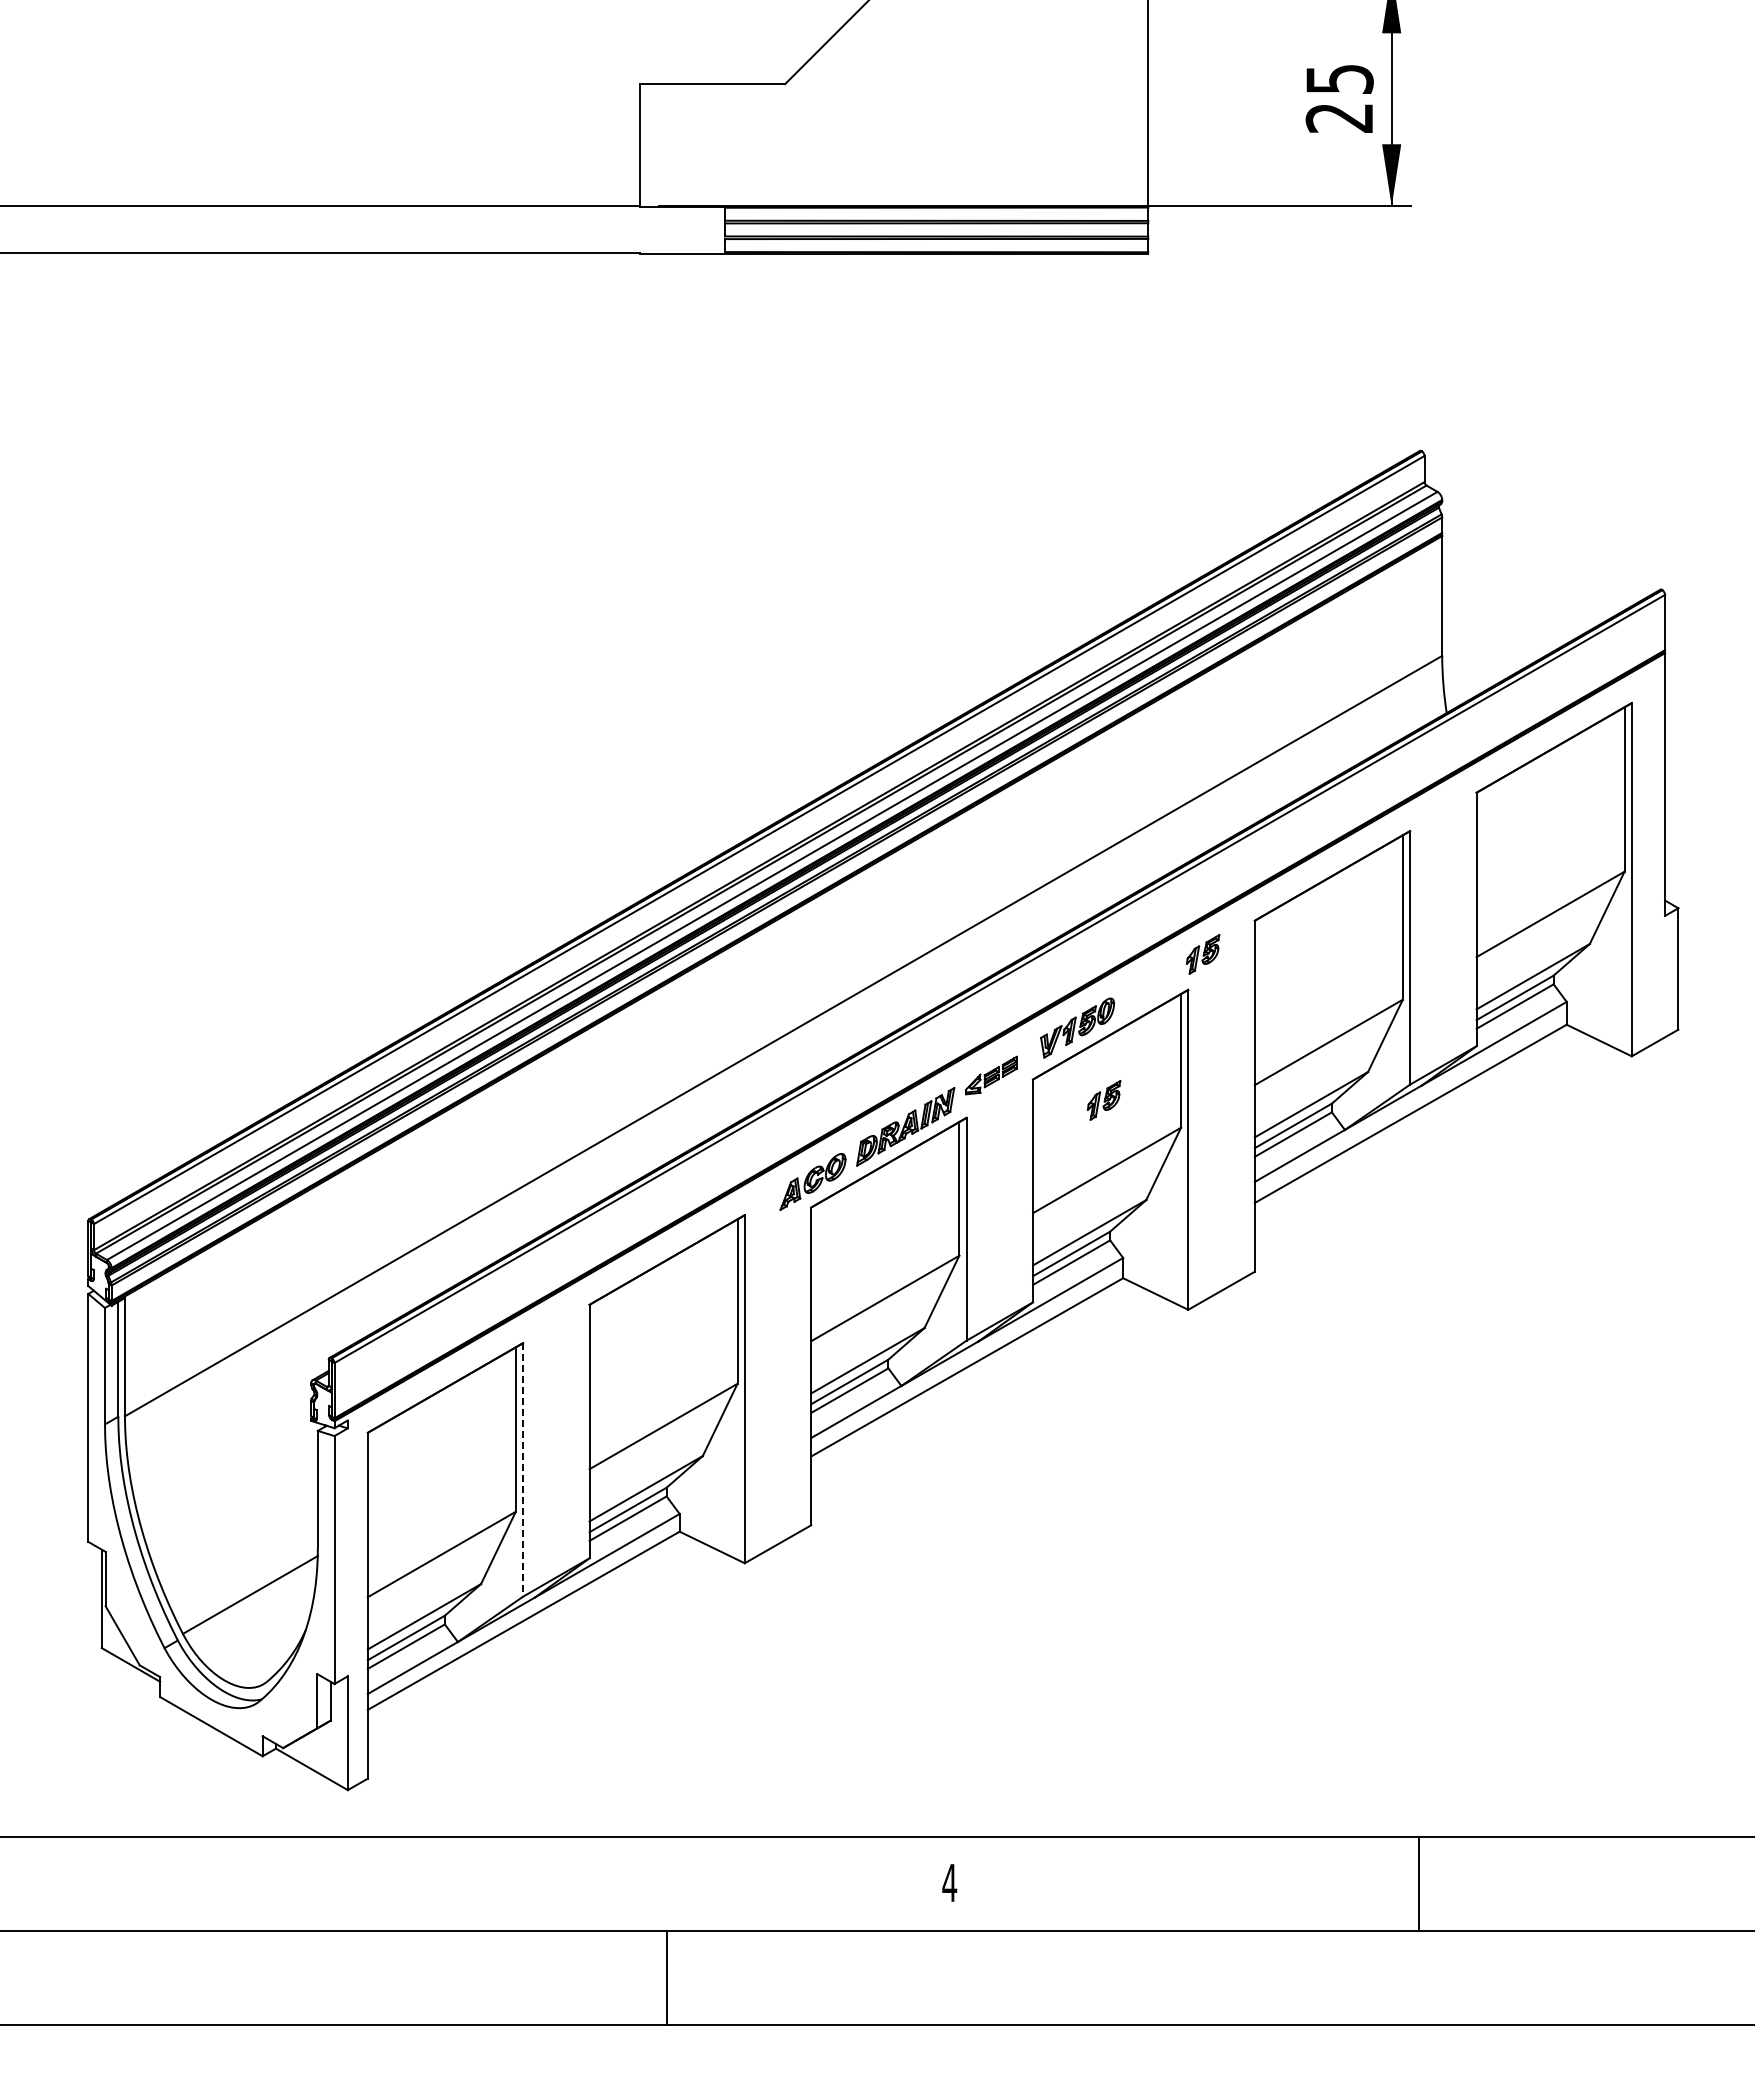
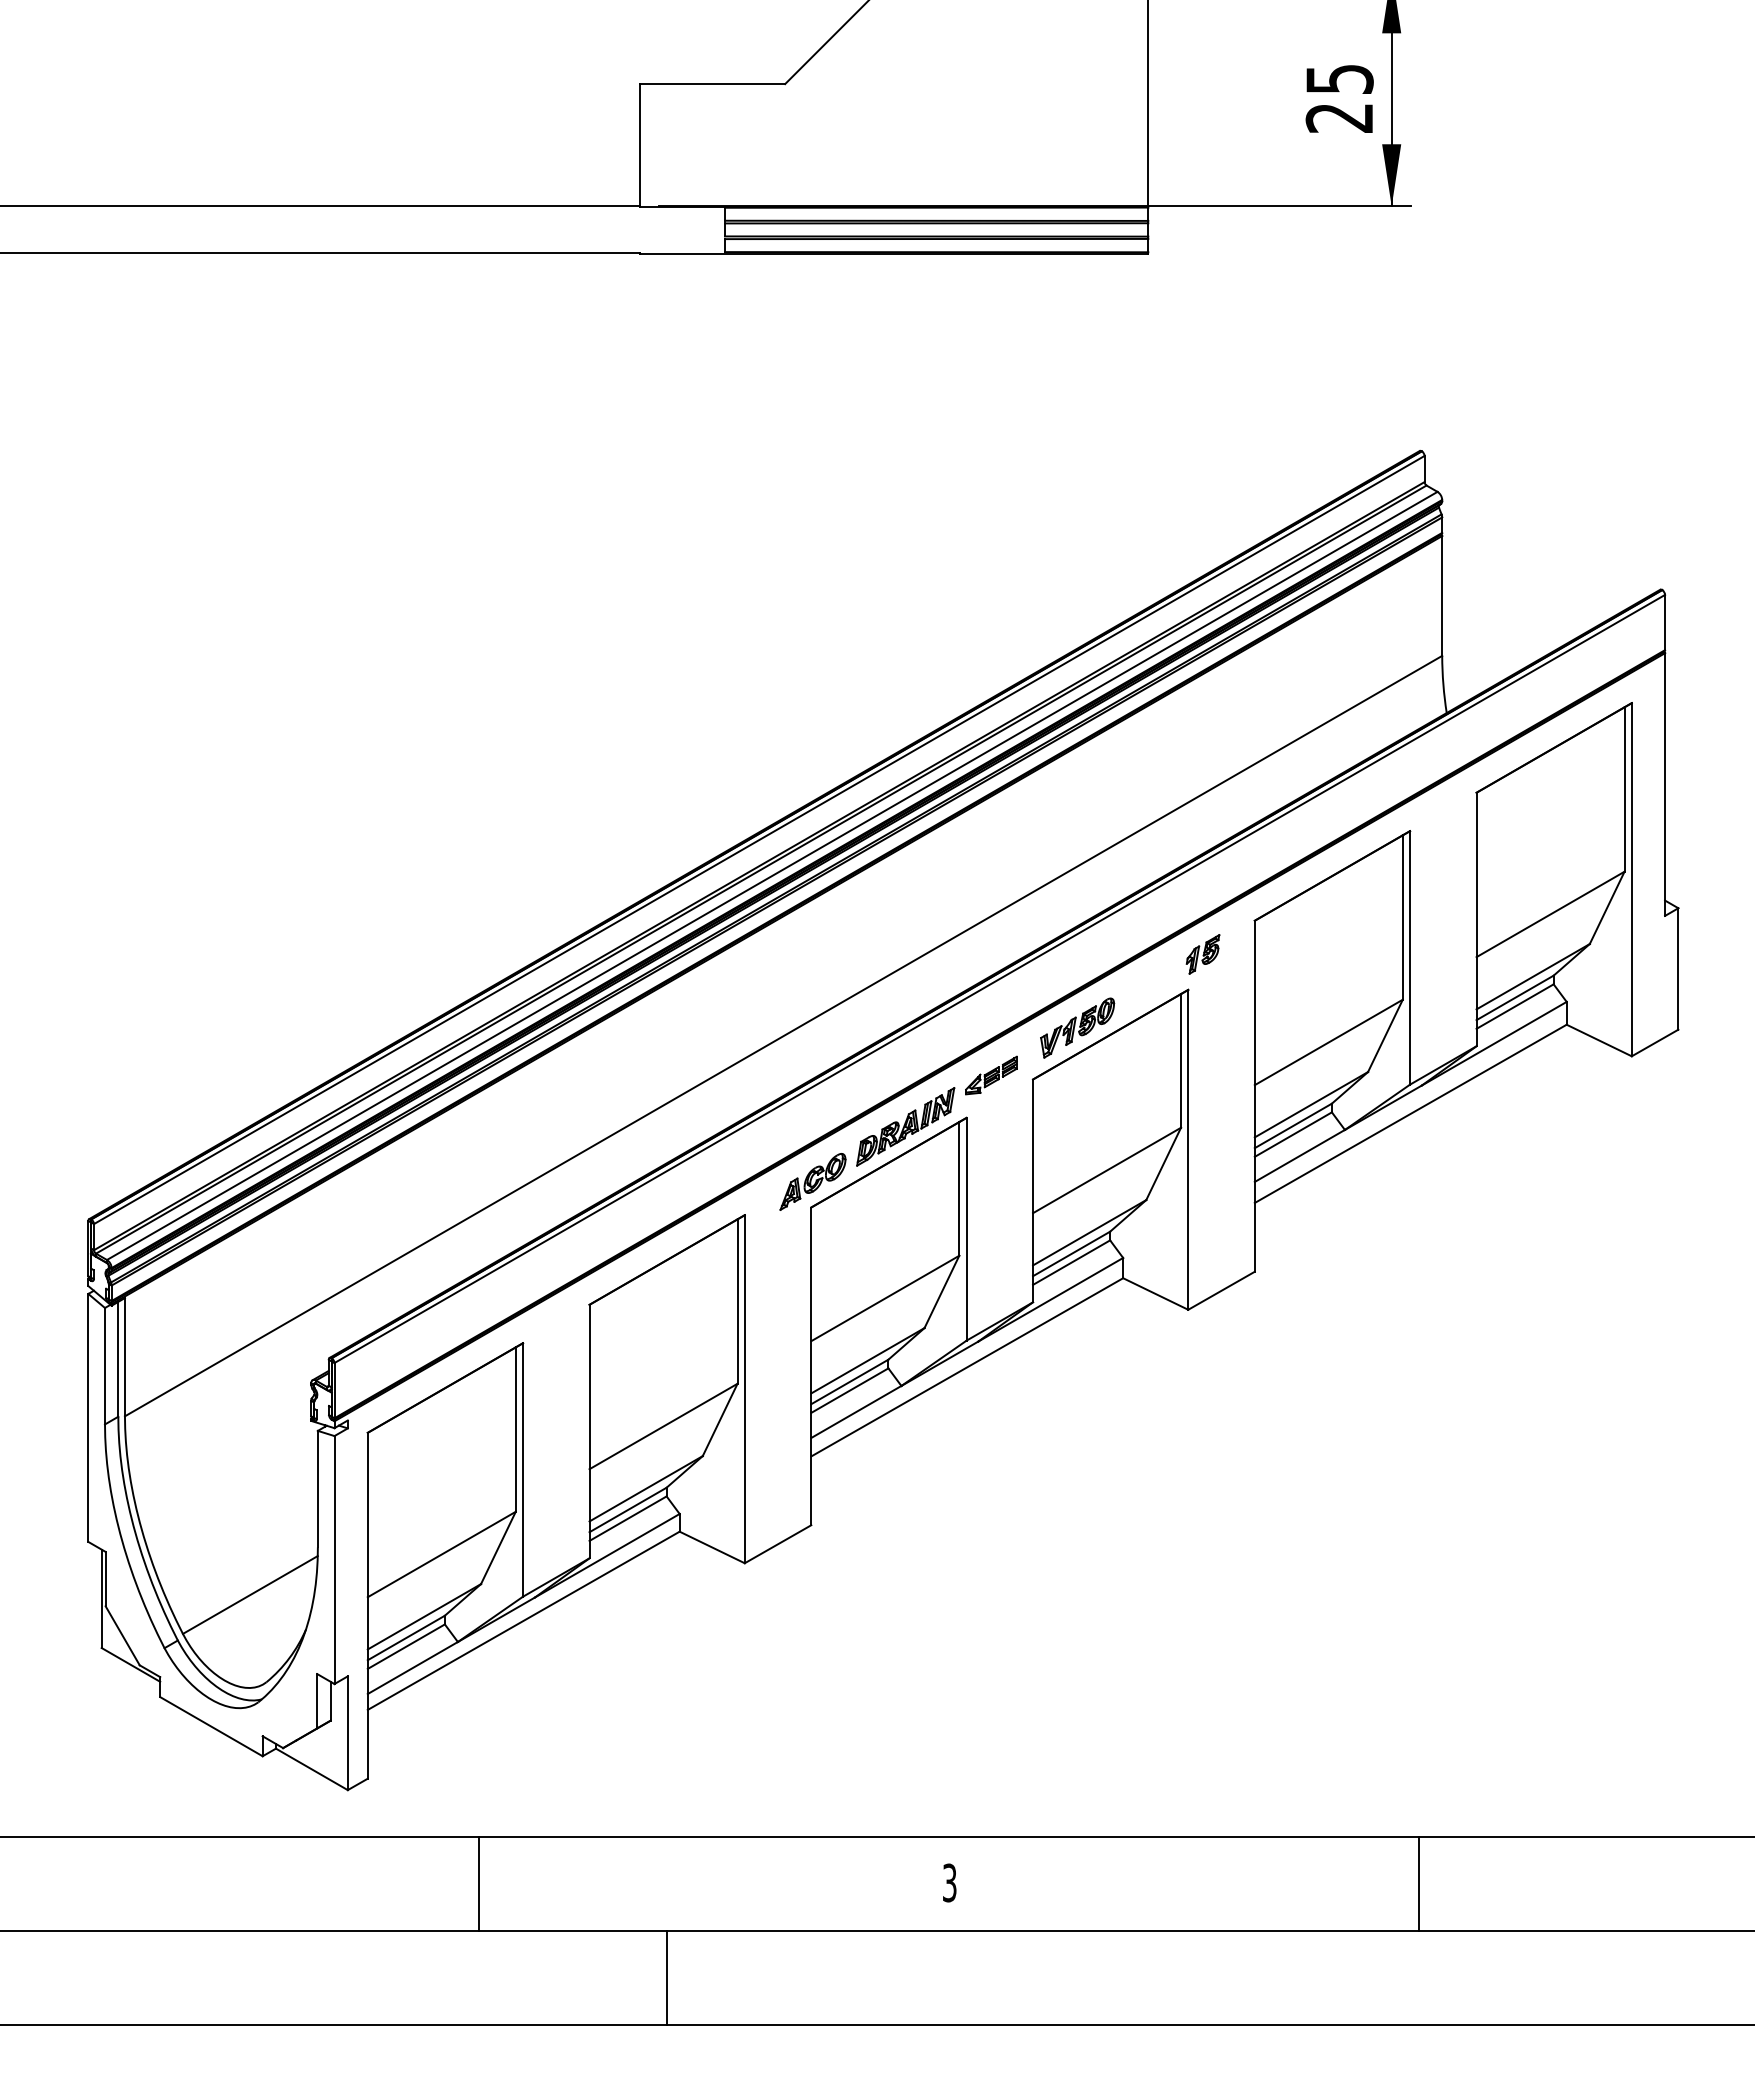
part at (1103, 1100): present -> none
line at (523, 1469): dashed -> solid
text at (949, 1882): 4 -> 3
line at (478, 1884): none -> present
